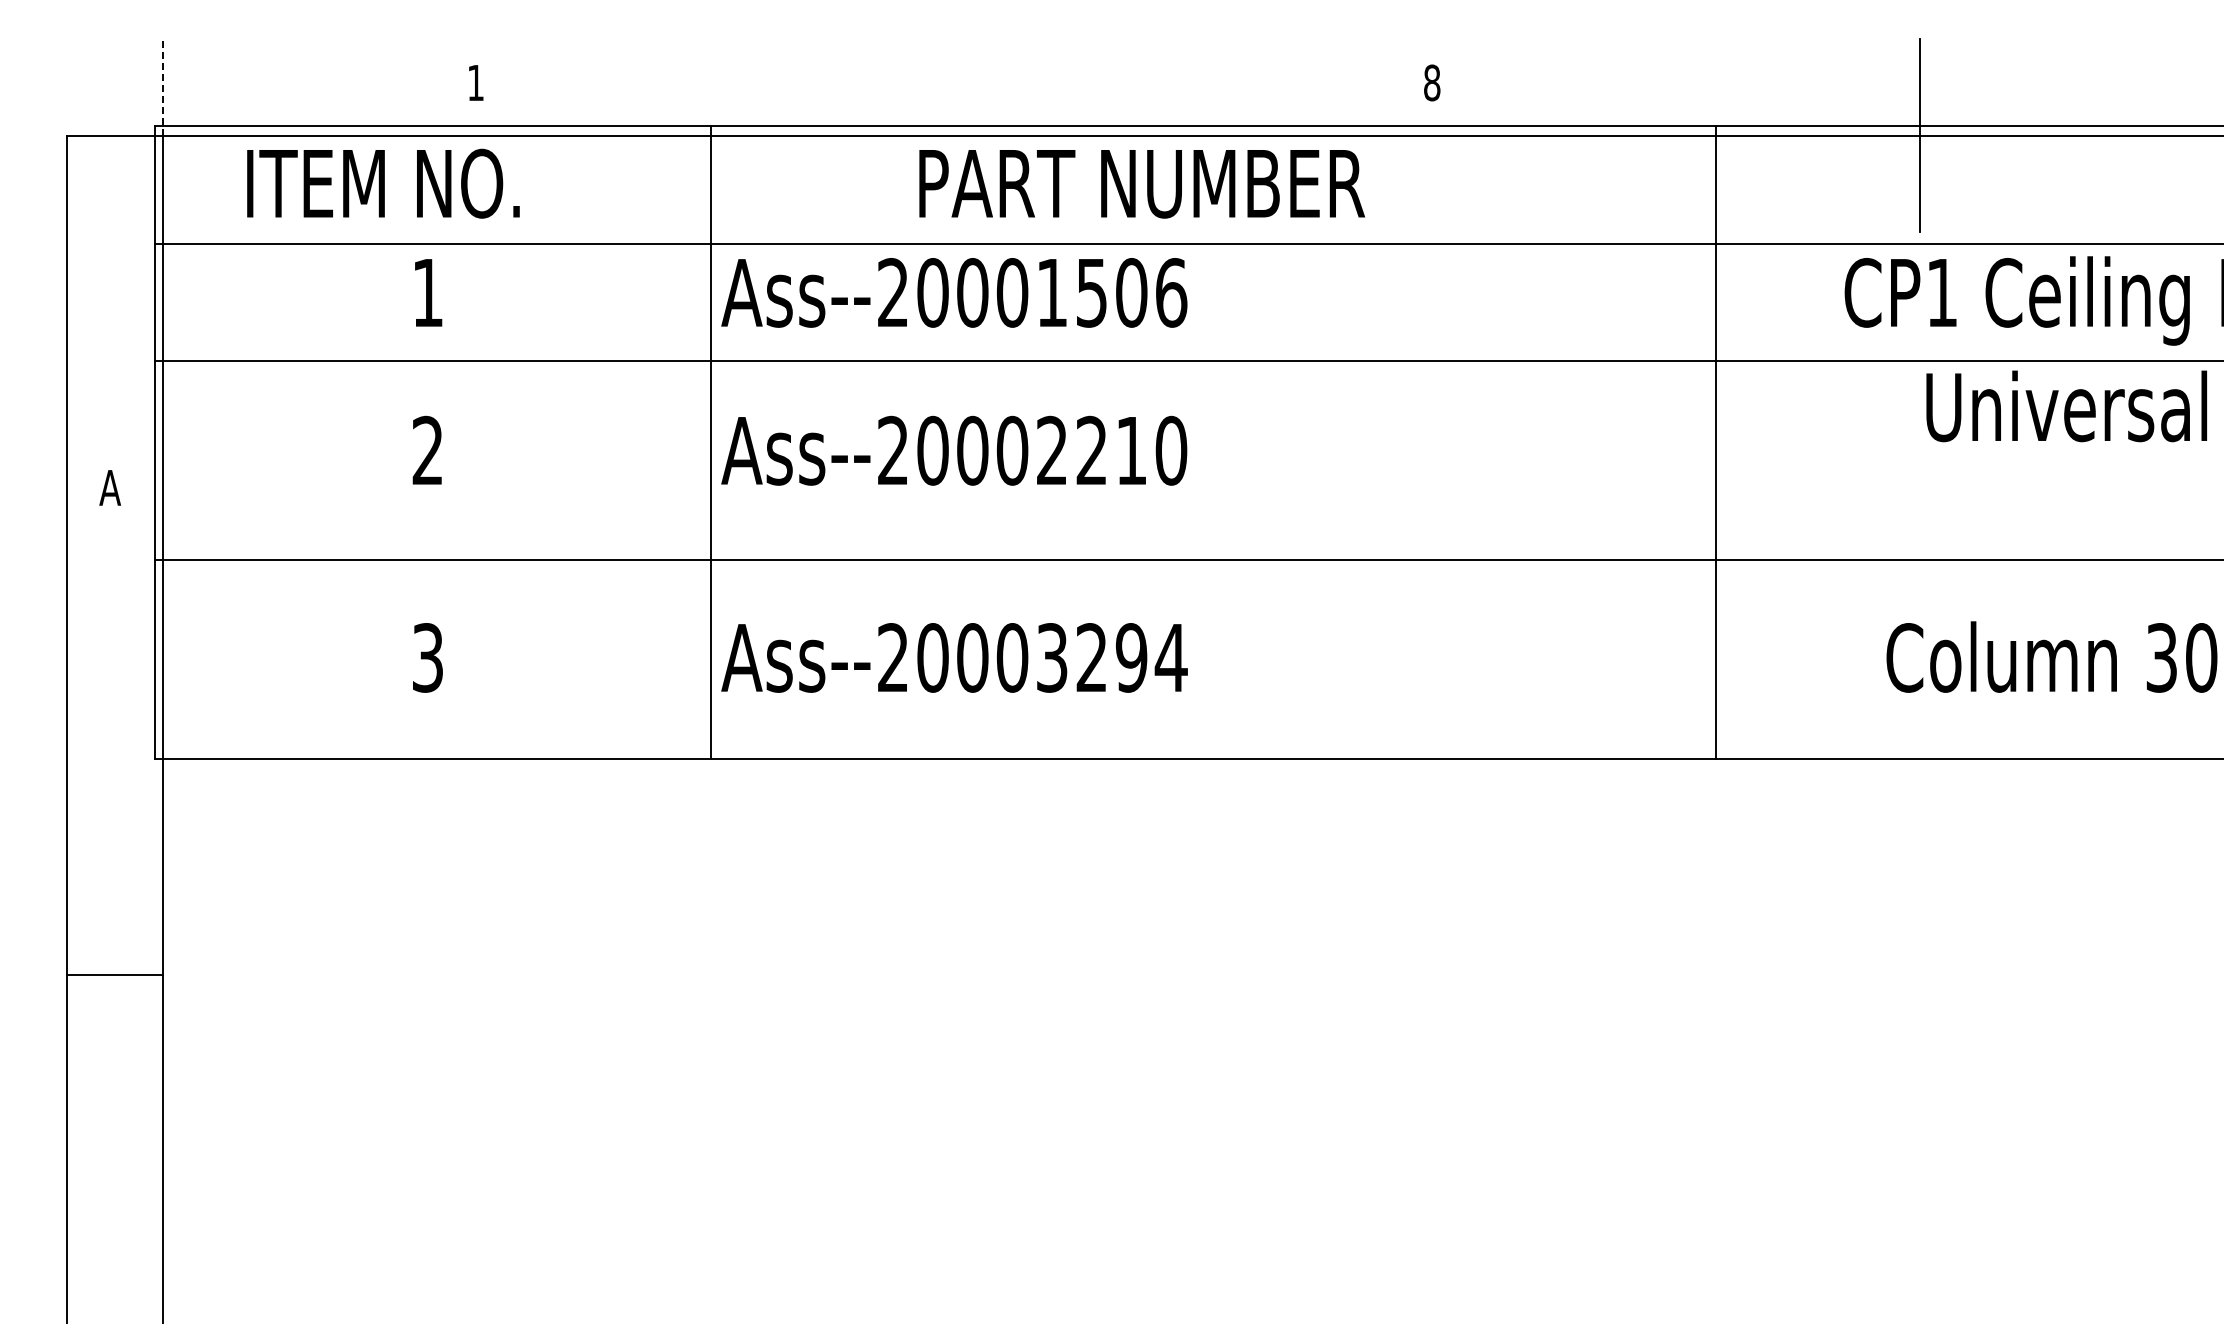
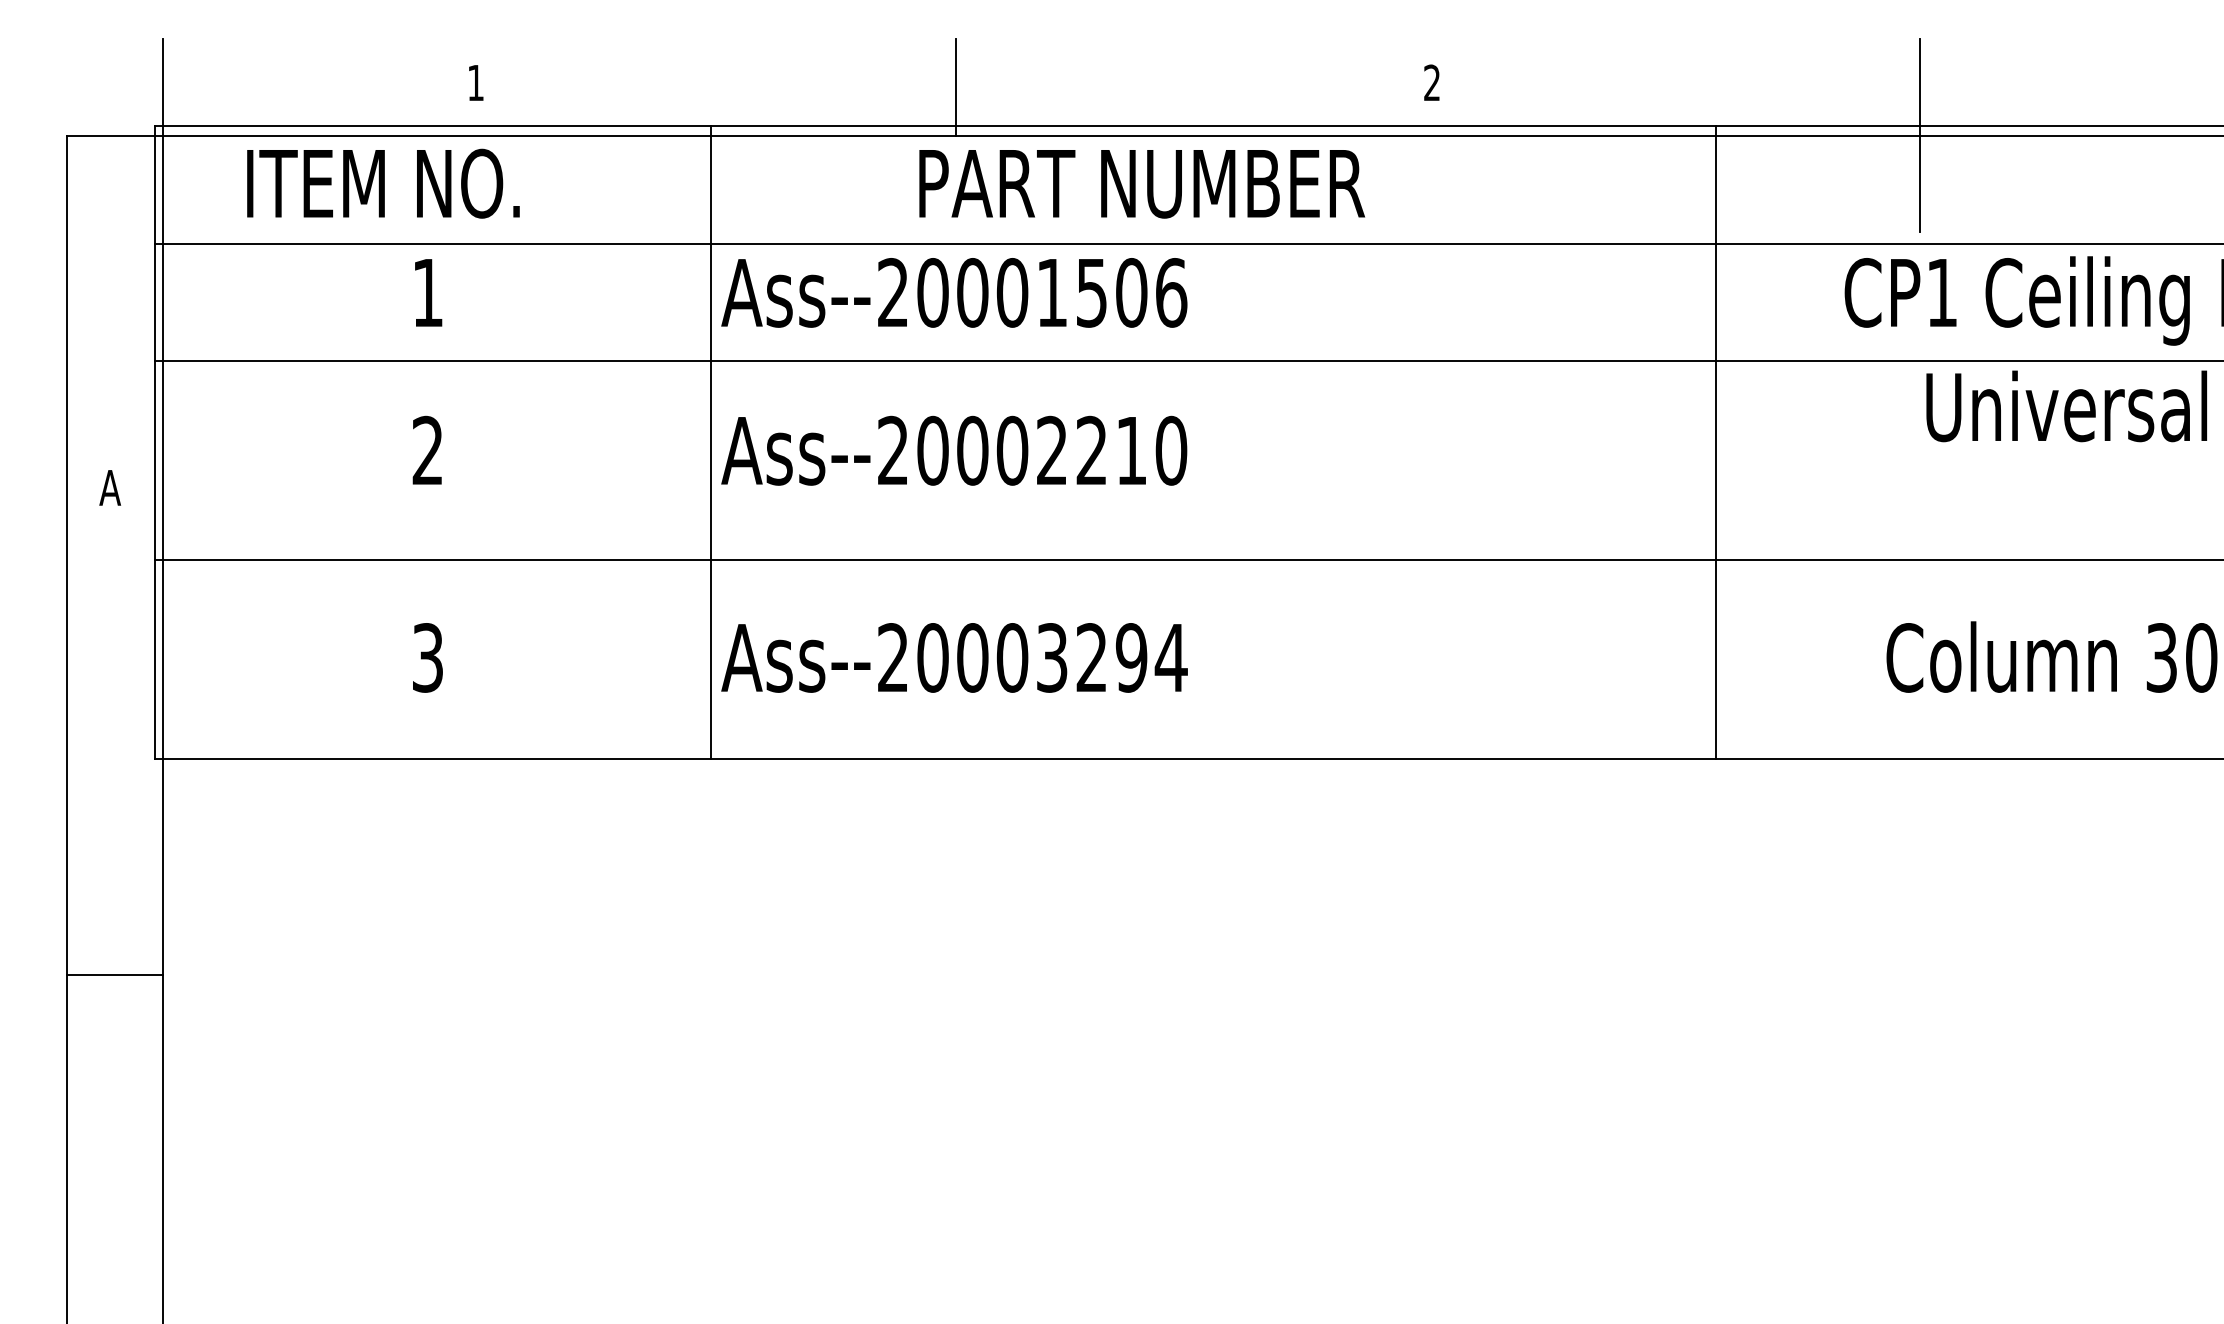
text at (1432, 82): 8 -> 2
line at (163, 87): dashed -> solid
line at (955, 87): none -> present
